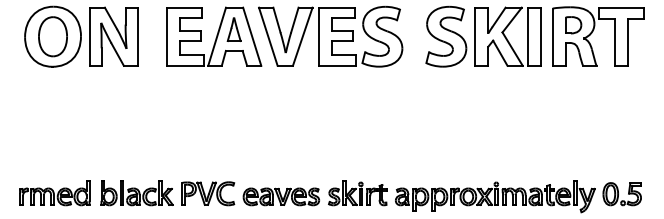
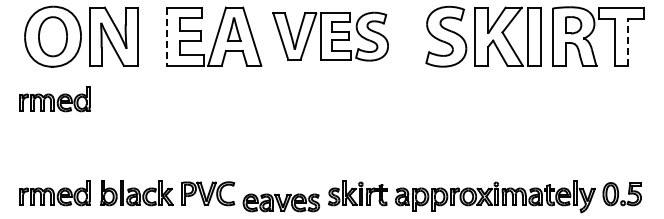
part at (330, 36) size: 146x63 px -> 117x51 px
line at (166, 37): solid -> dashed
line at (628, 42): solid -> dashed
part at (54, 99): none -> present
part at (281, 196) position: (281, 196) -> (281, 202)
